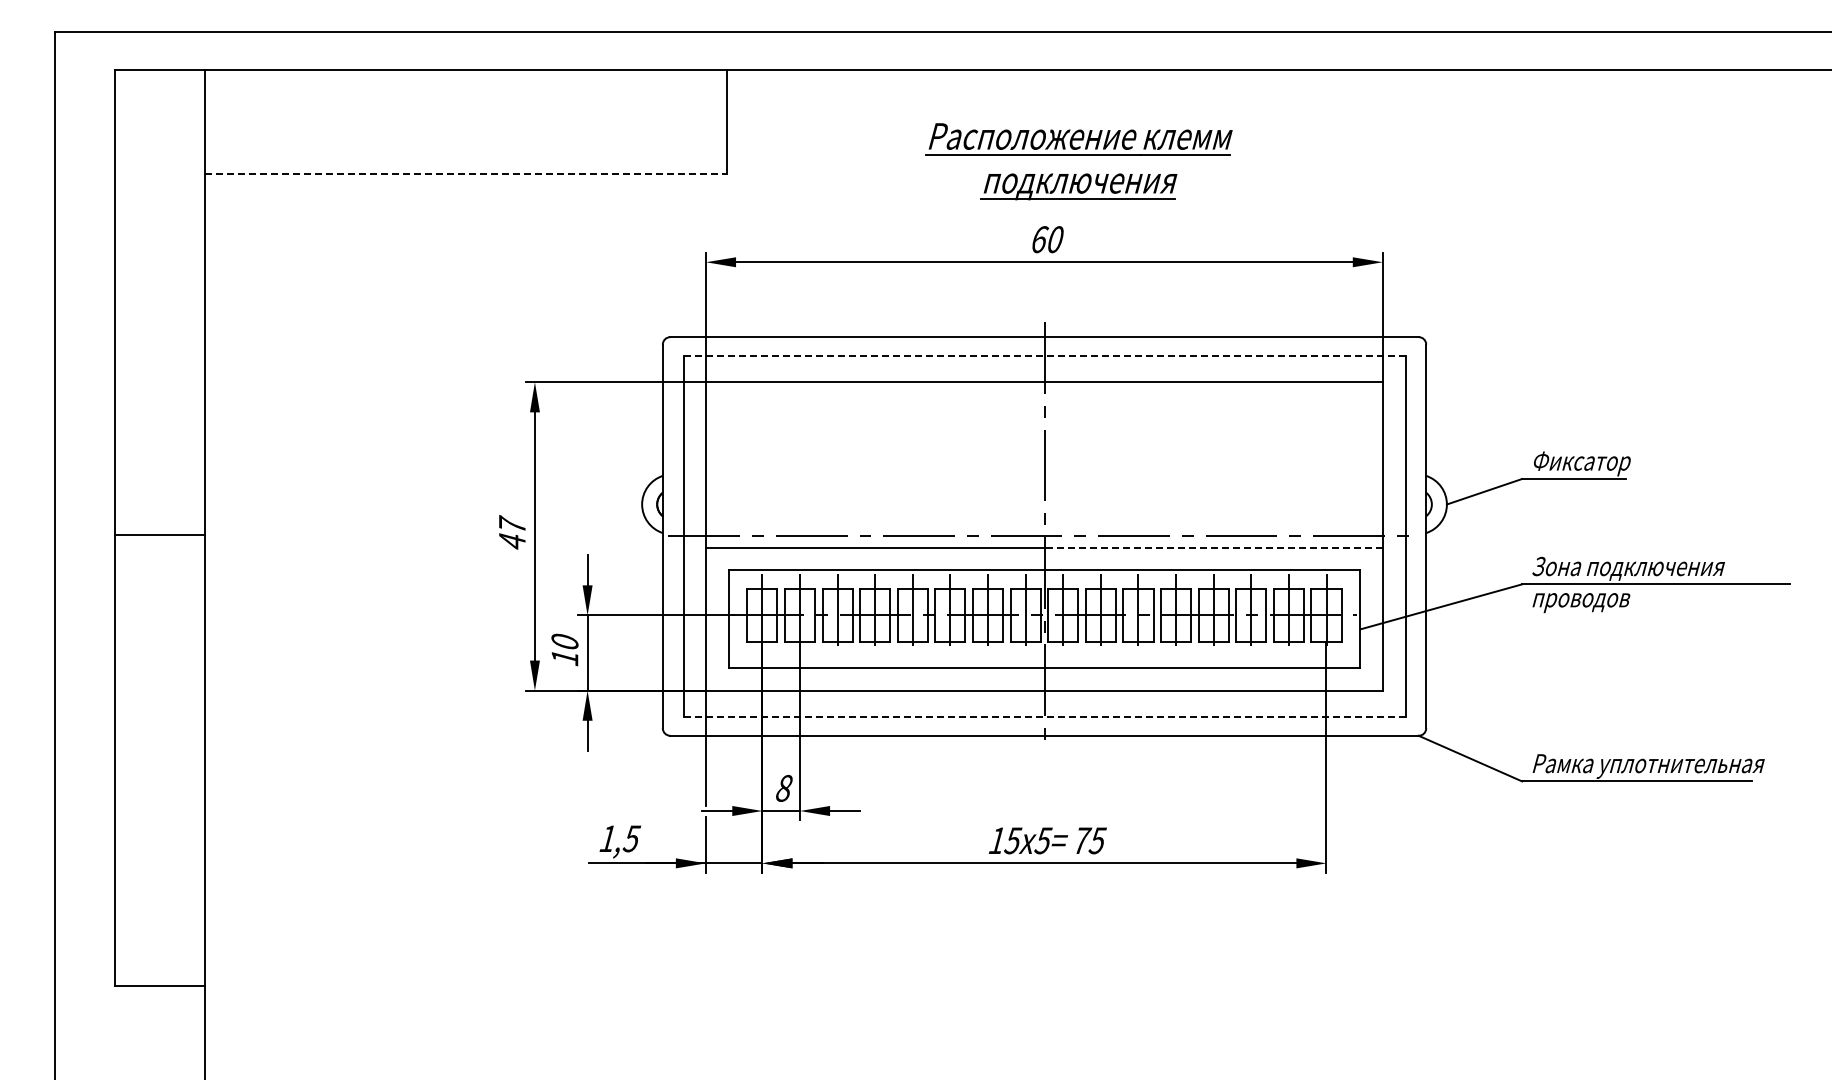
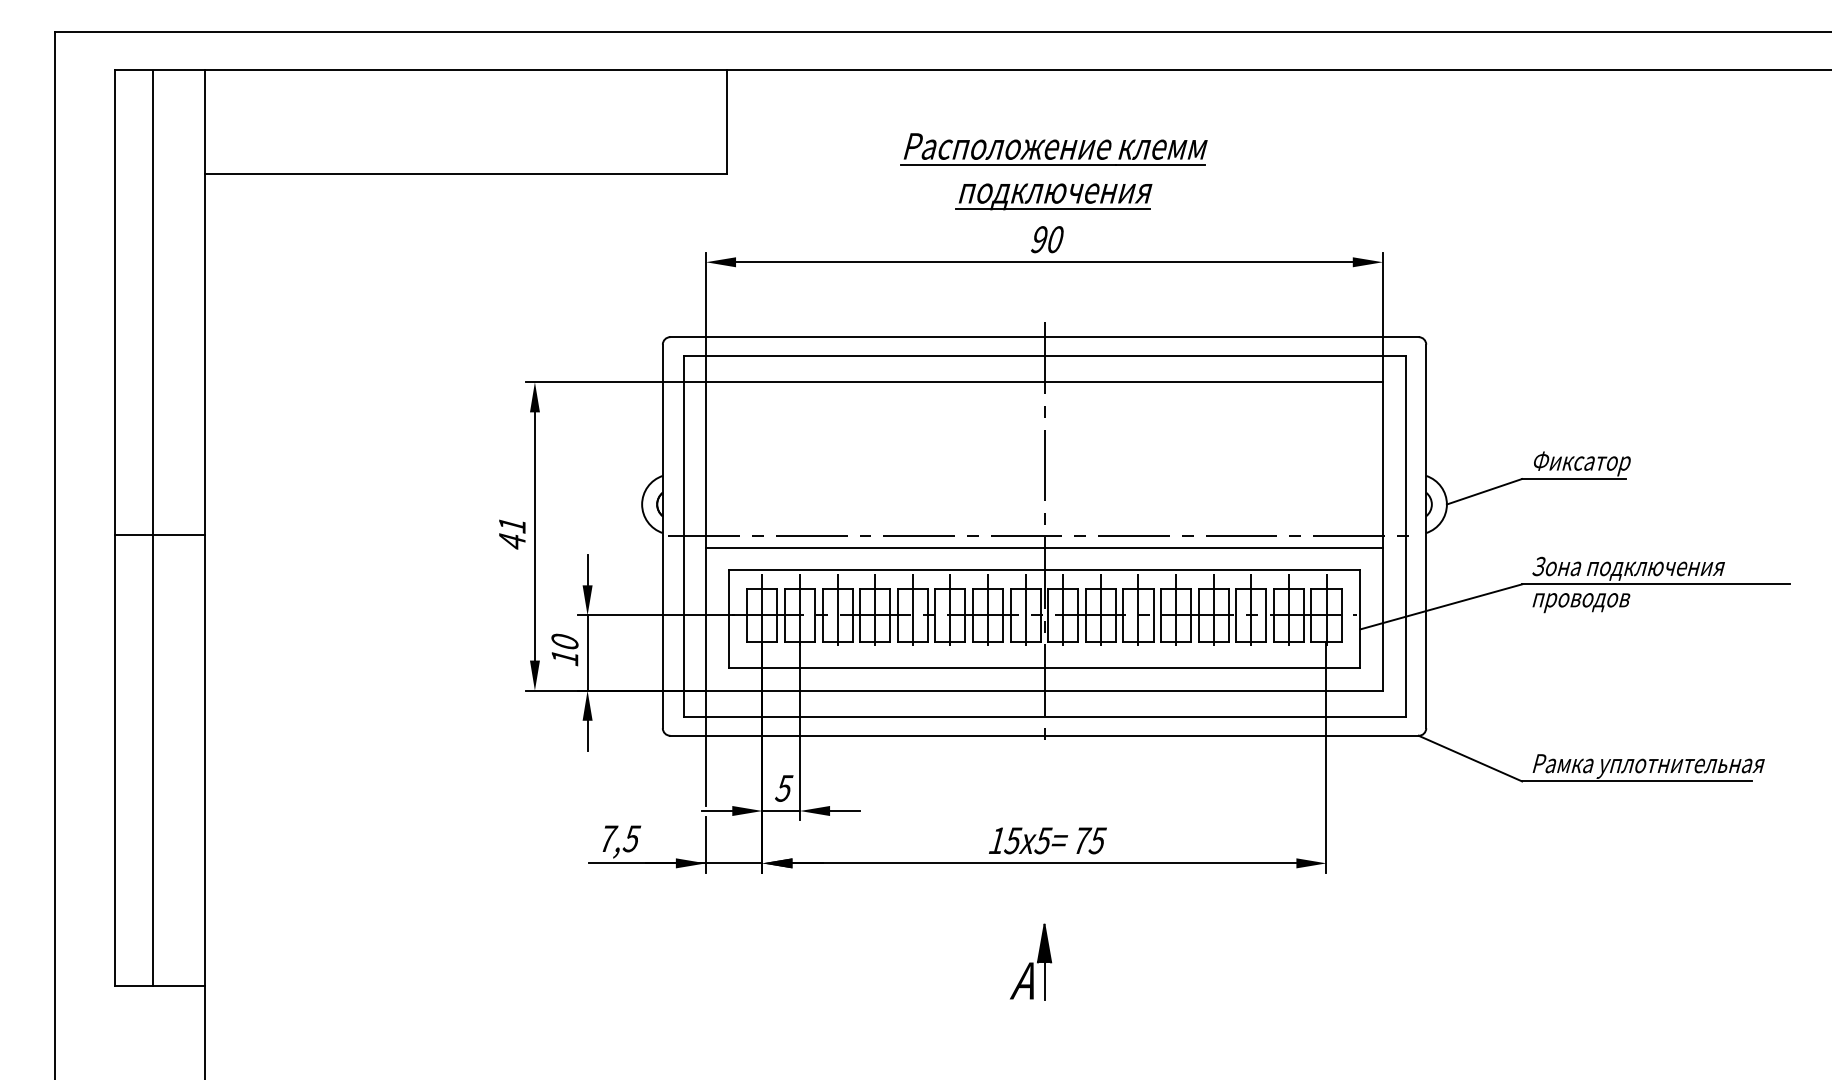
part at (1078, 161) position: (1078, 161) -> (1053, 171)
line at (466, 174): dashed -> solid
text at (1040, 239): 60 -> 90
line at (1044, 355): dashed -> solid
text at (512, 524): 47 -> 41
line at (152, 528): none -> present
line at (1213, 547): dashed -> solid
line at (1045, 716): dashed -> solid
text at (784, 788): 8 -> 5
text at (608, 838): 1,5 -> 7,5
part at (1031, 961): none -> present
